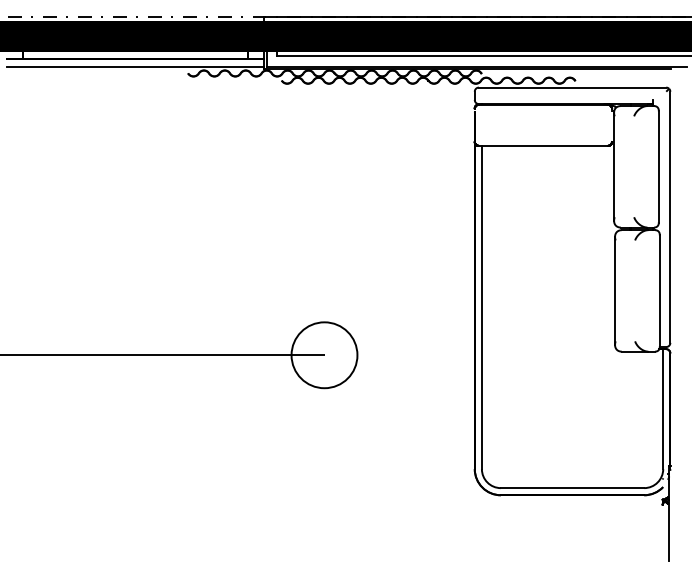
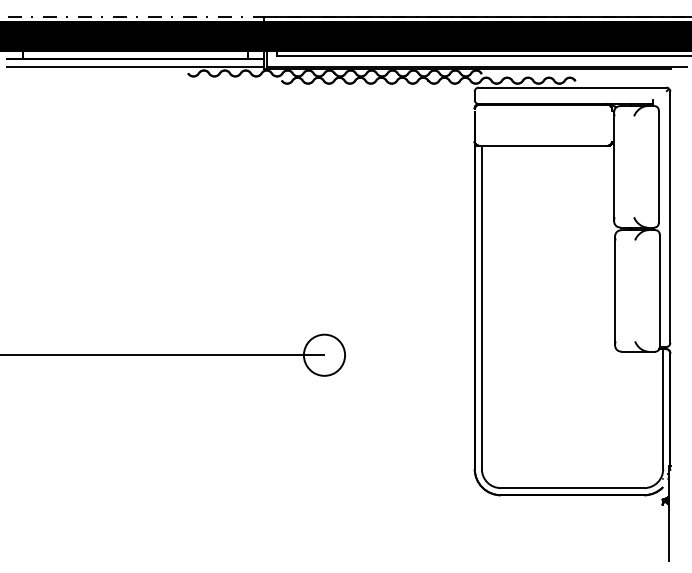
circle at (324, 355) diameter: 66 px -> 41 px
